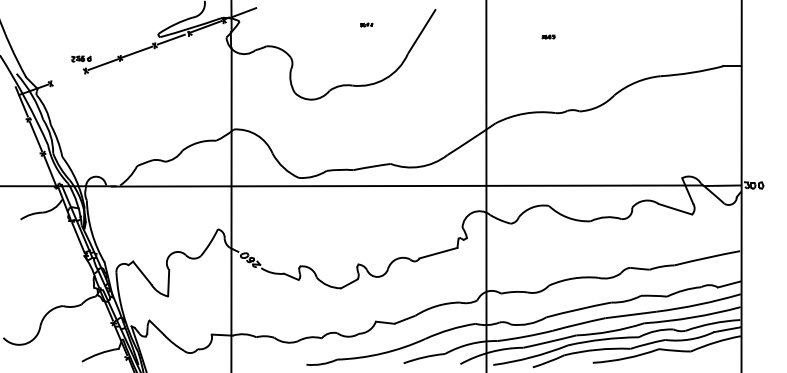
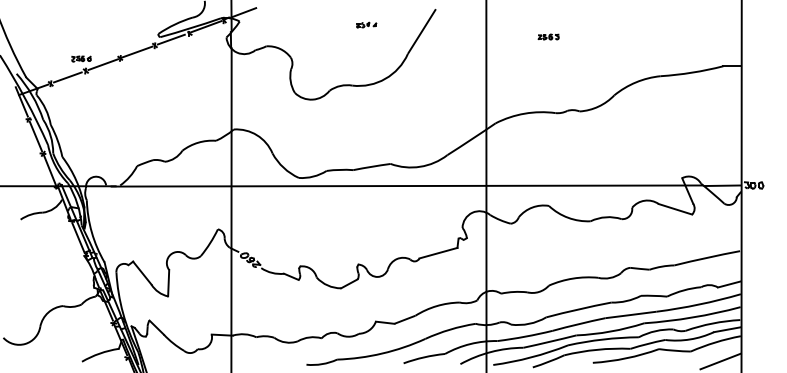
part at (366, 24) size: 14x6 px -> 22x8 px
part at (548, 36) size: 15x6 px -> 23x8 px
line at (67, 77): none -> present
line at (720, 361): none -> present
